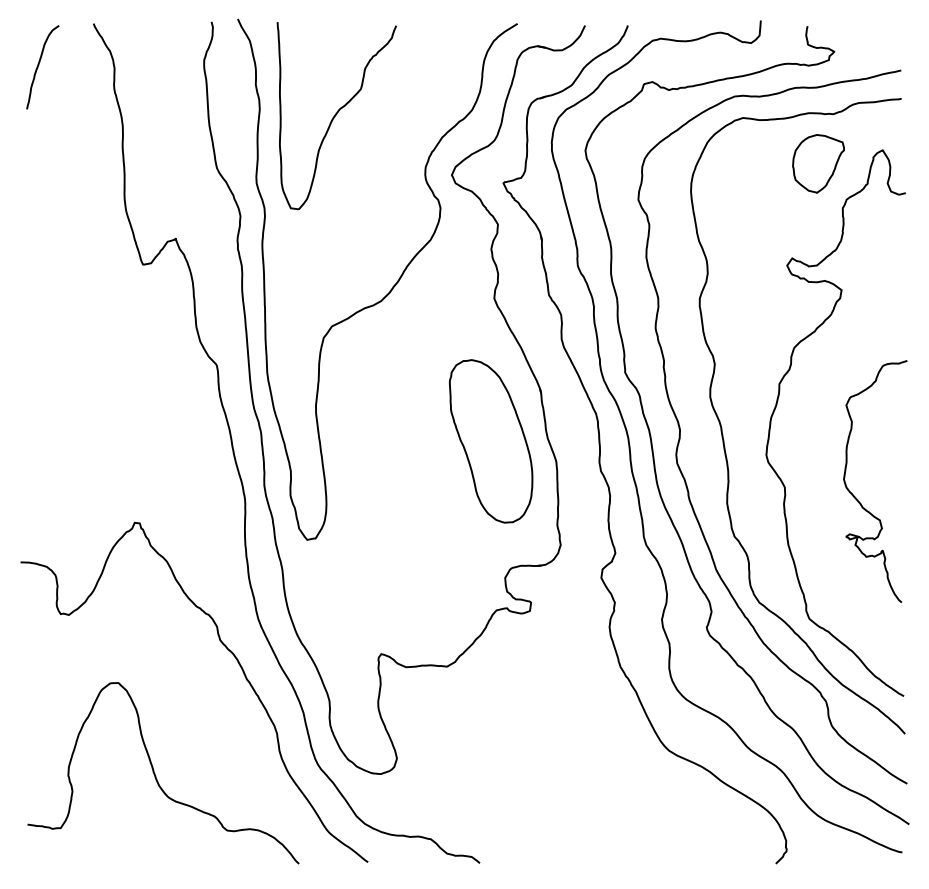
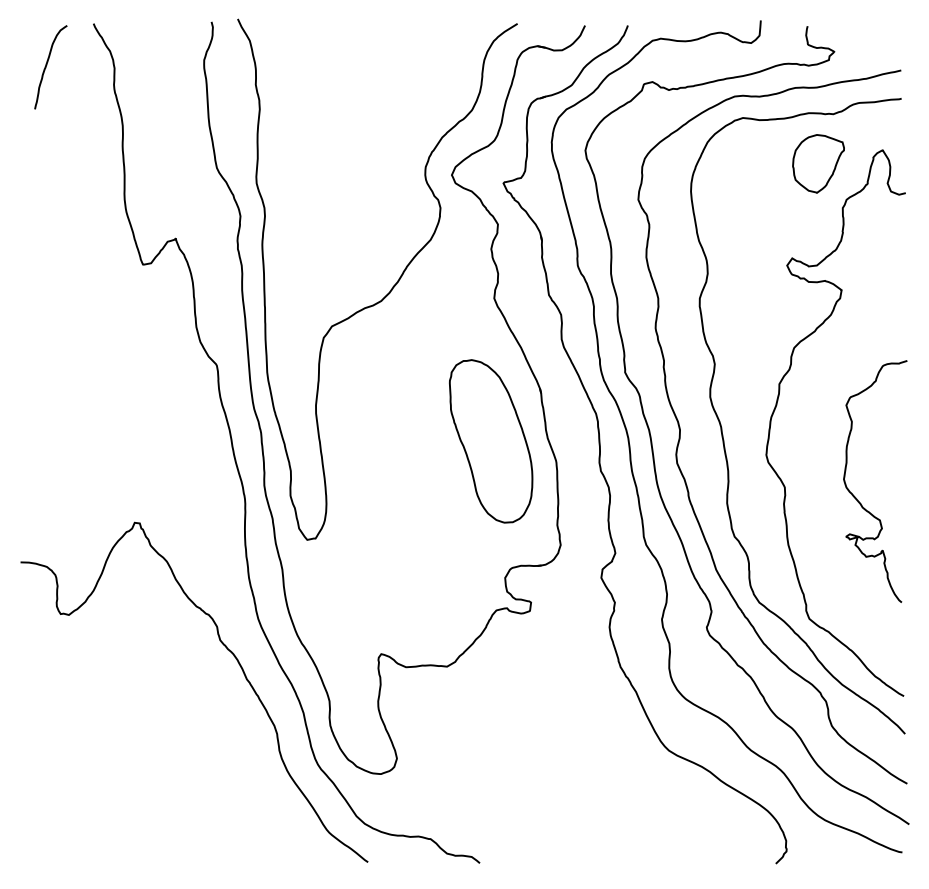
curve at (39, 65) position: (39, 65) -> (47, 65)
curve at (336, 115): present -> none
curve at (156, 776): present -> none
